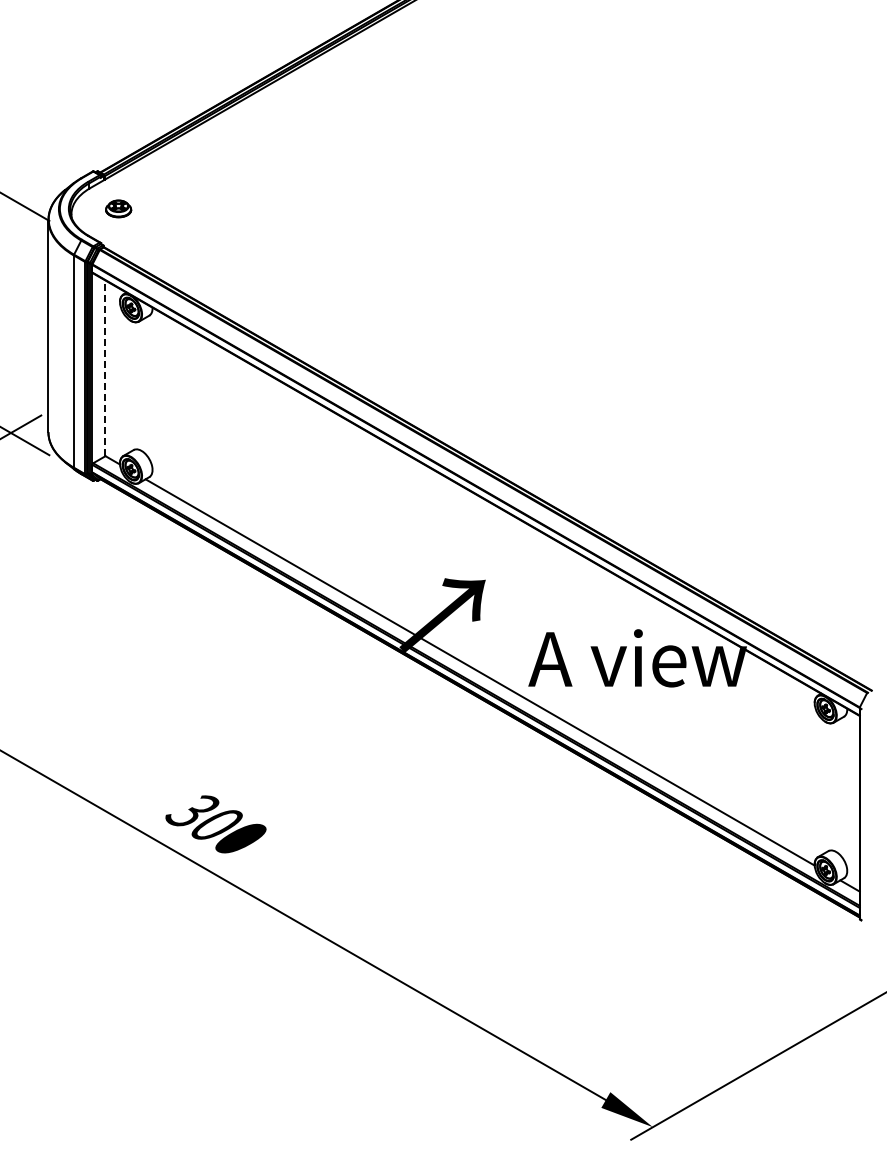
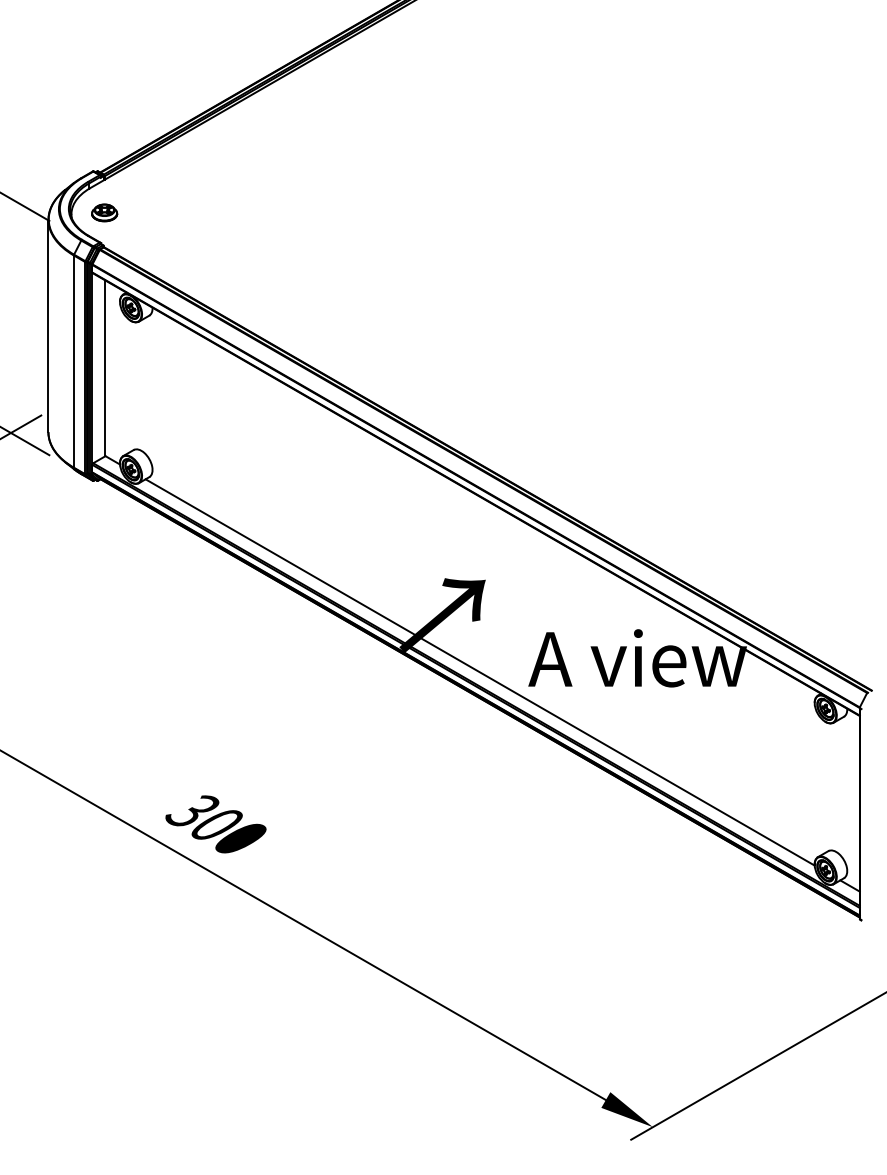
part at (118, 208) position: (118, 208) -> (104, 212)
line at (105, 368): dashed -> solid
